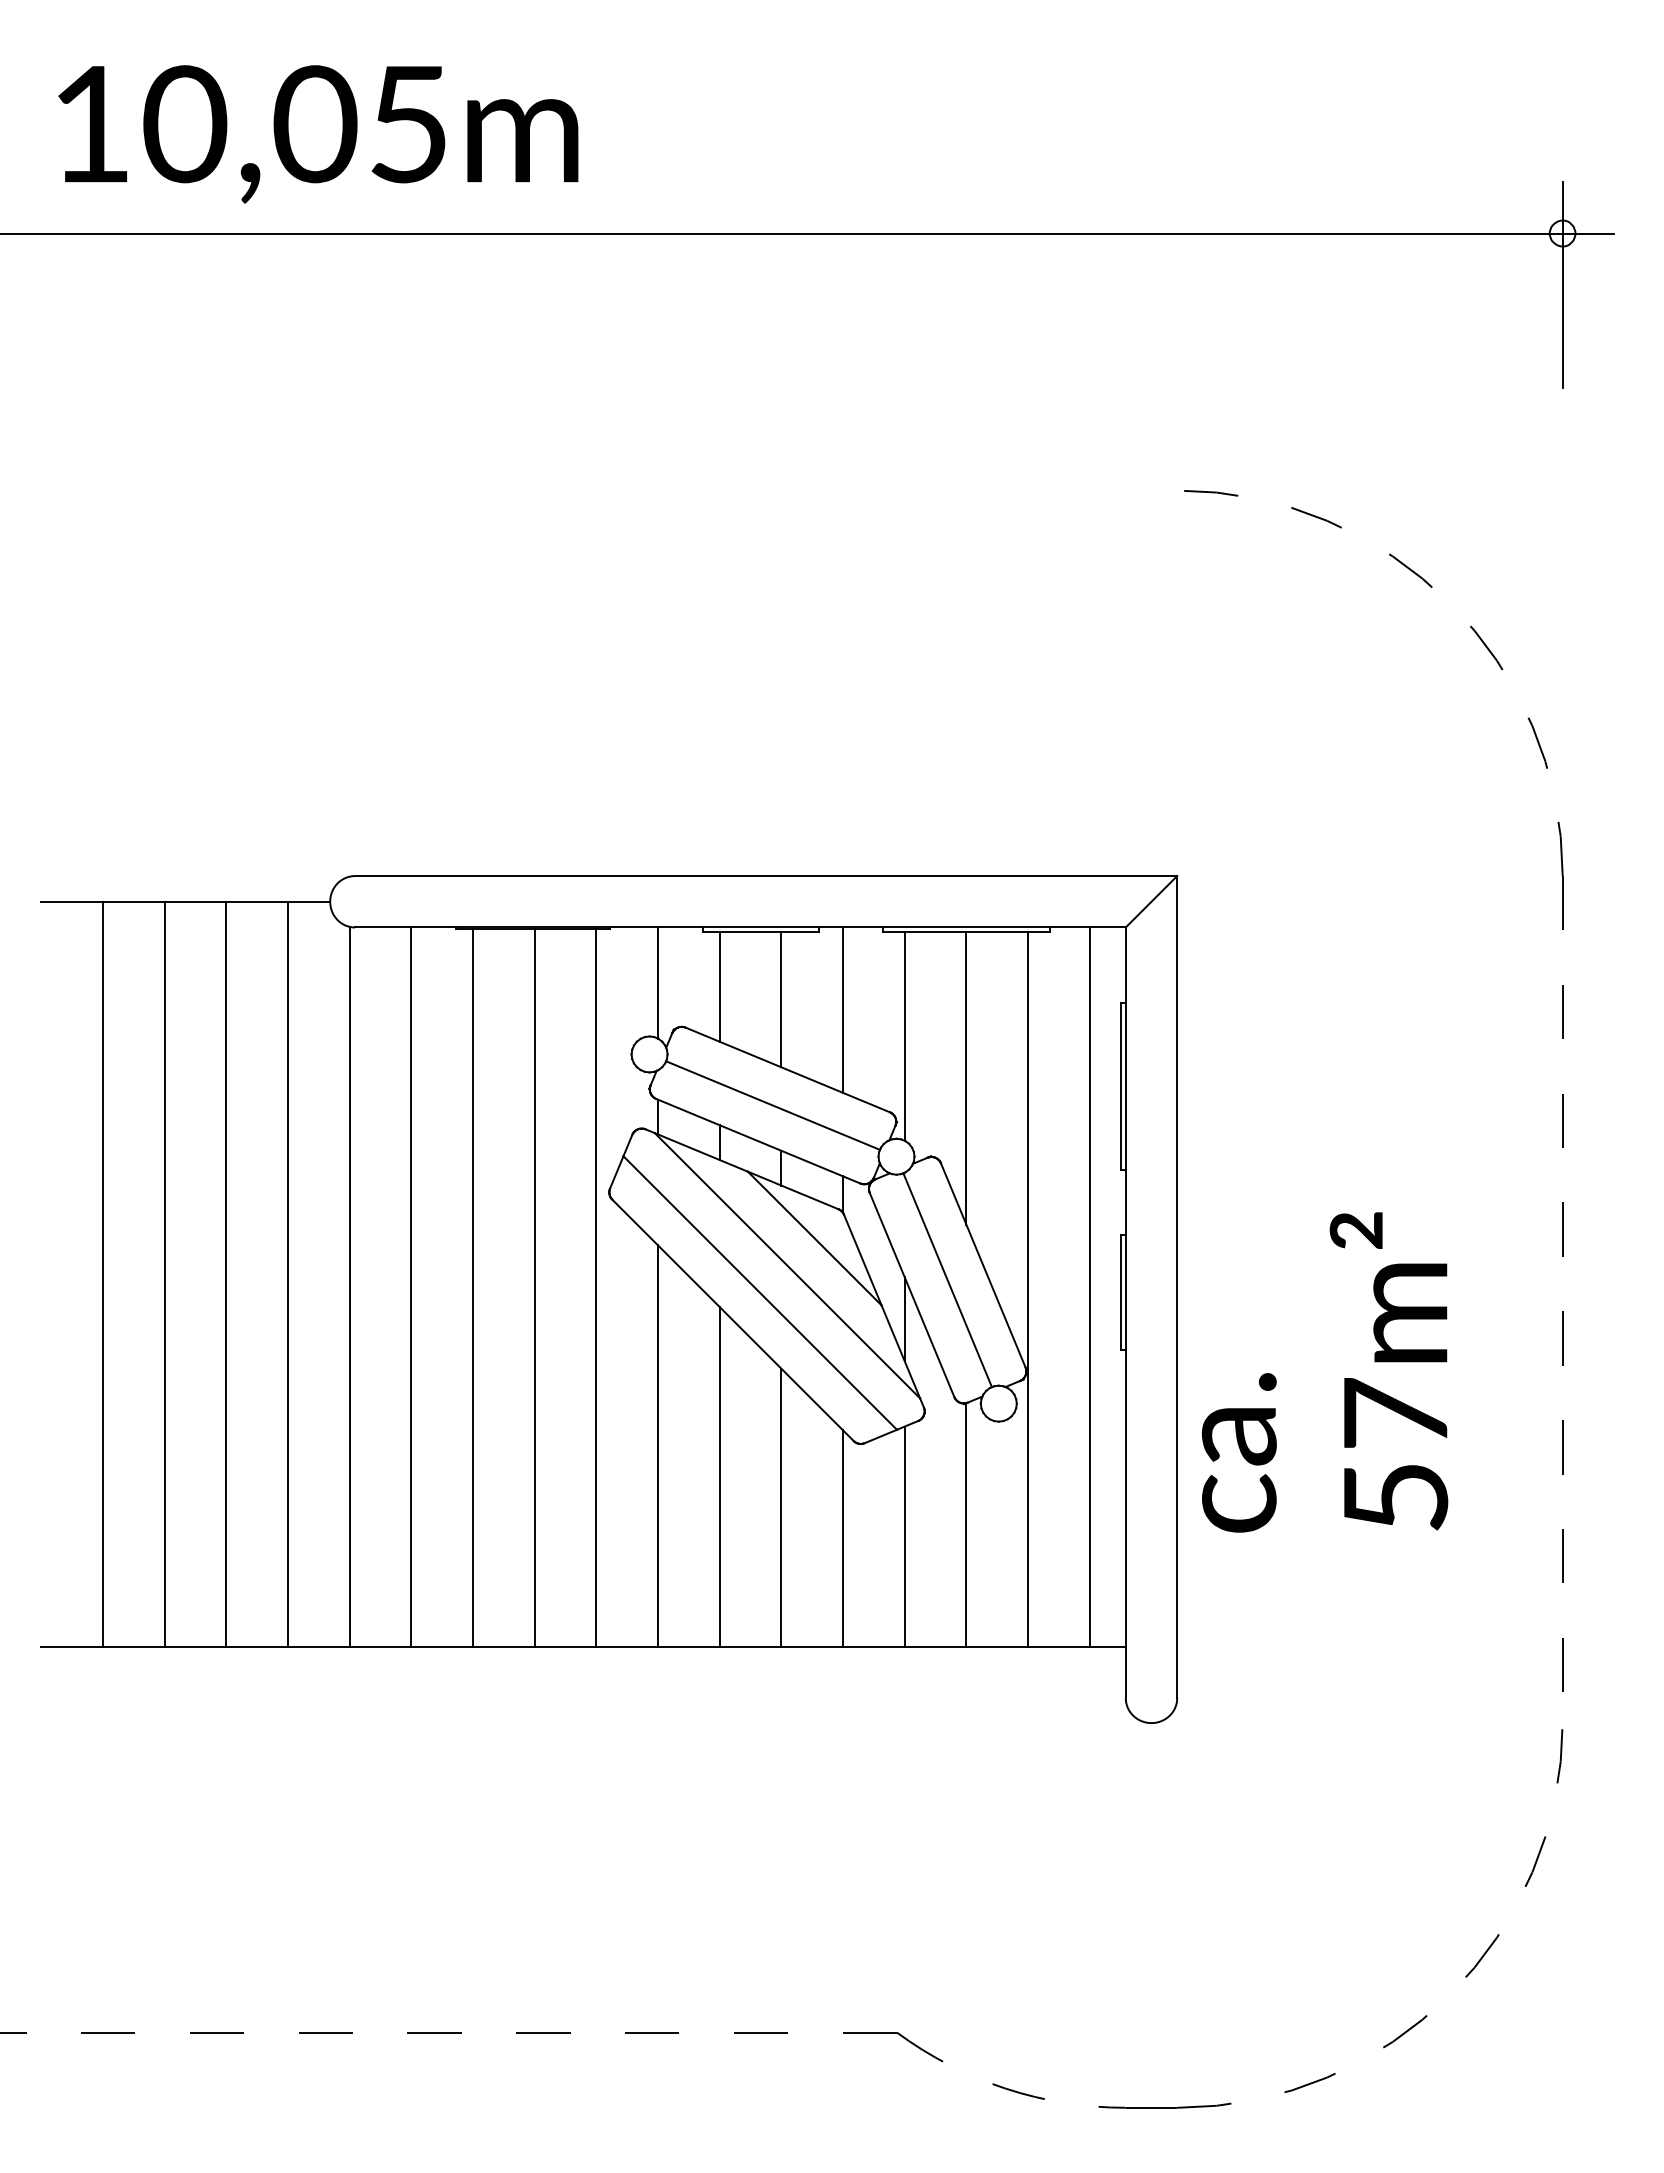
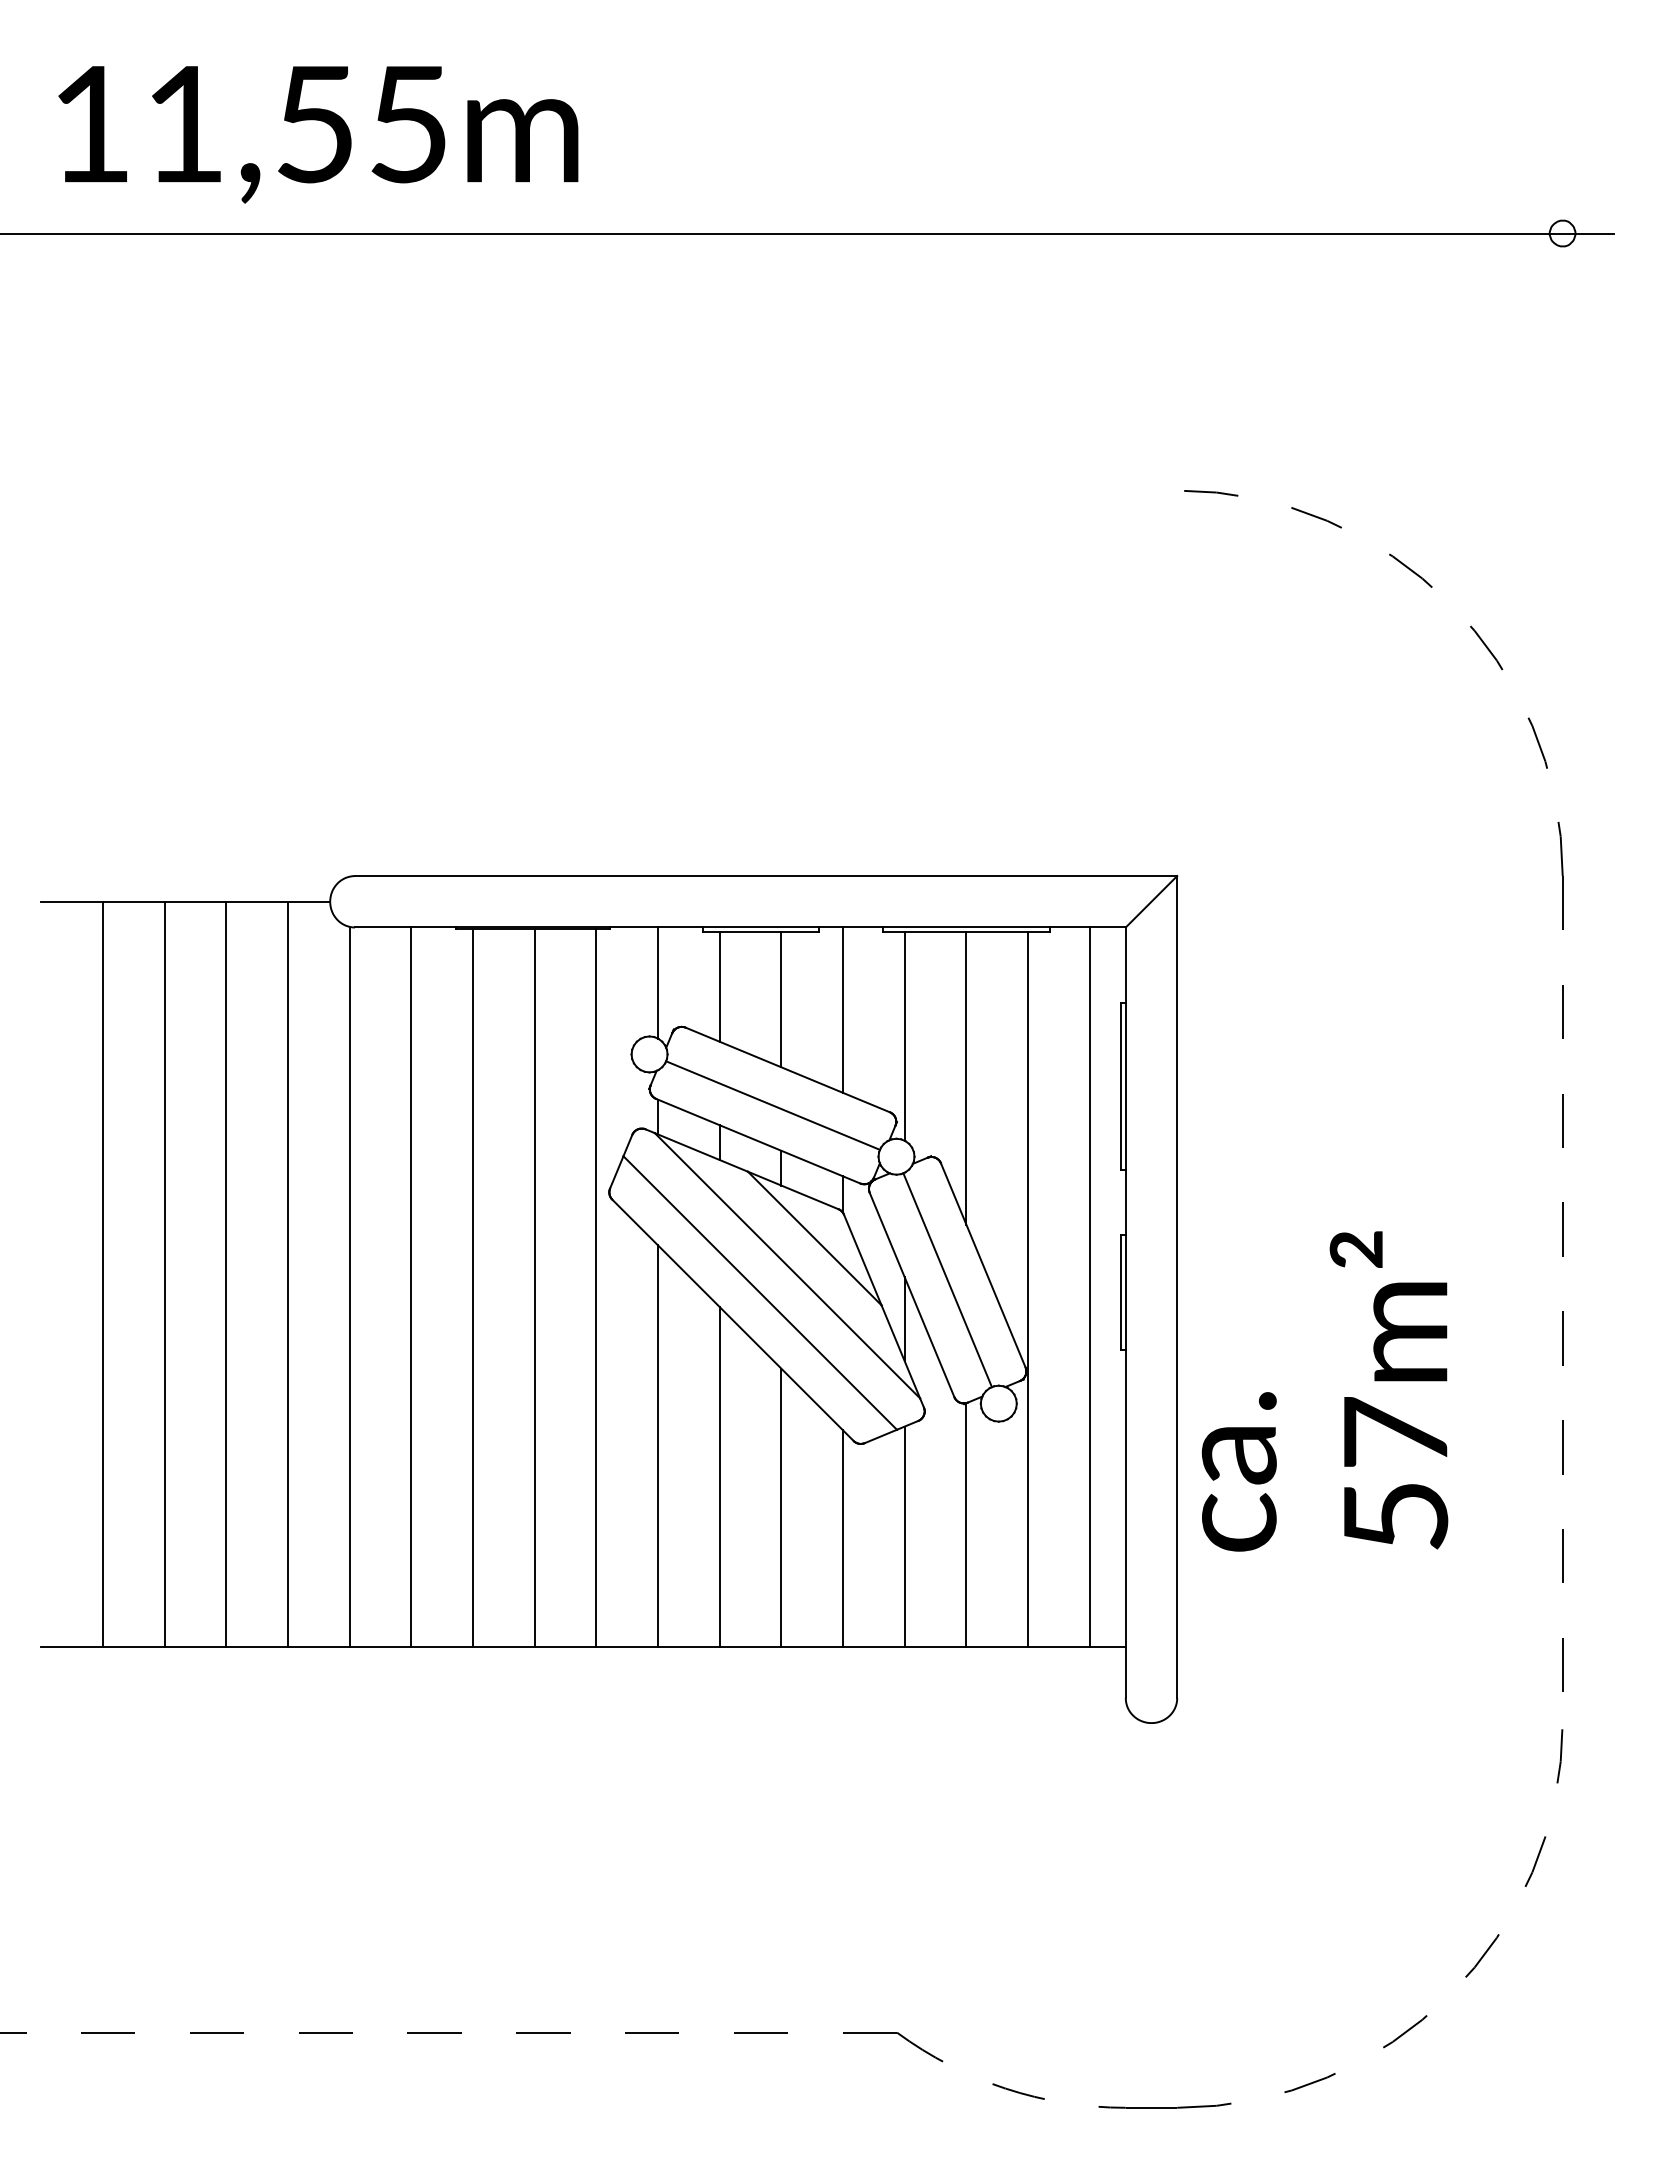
text at (250, 124): 10,05m -> 11,55m
line at (1562, 284): present -> none
text at (1324, 1372) position: (1324, 1372) -> (1324, 1391)
